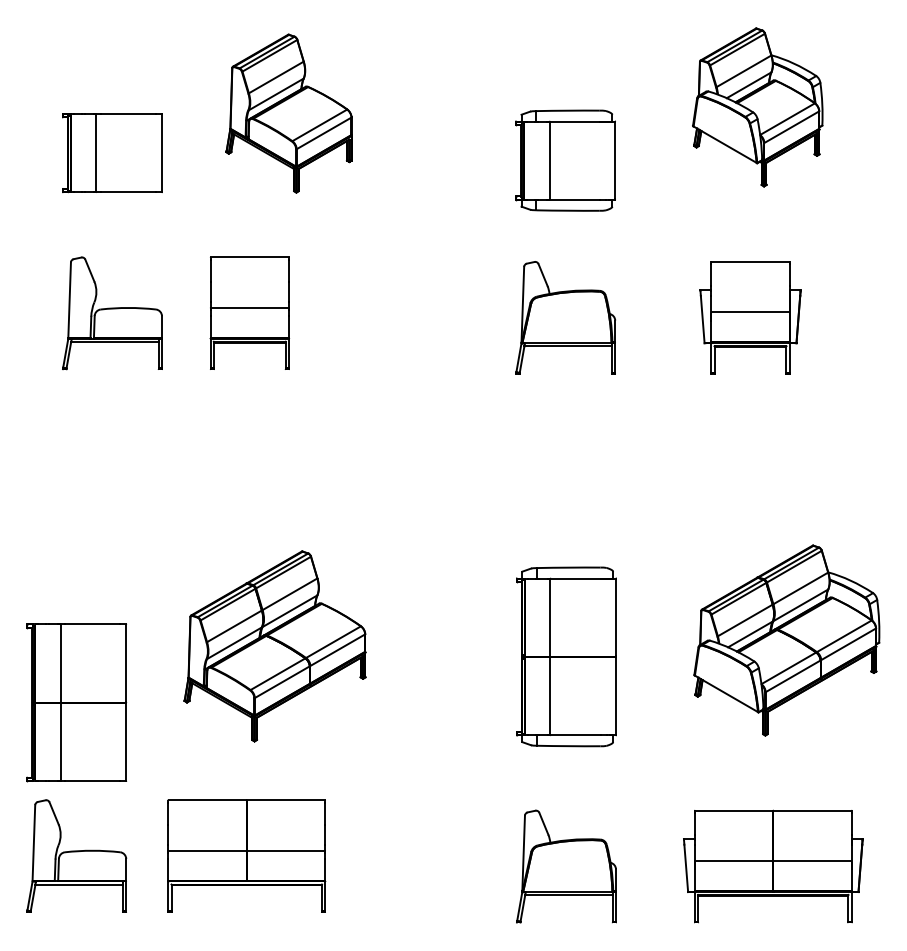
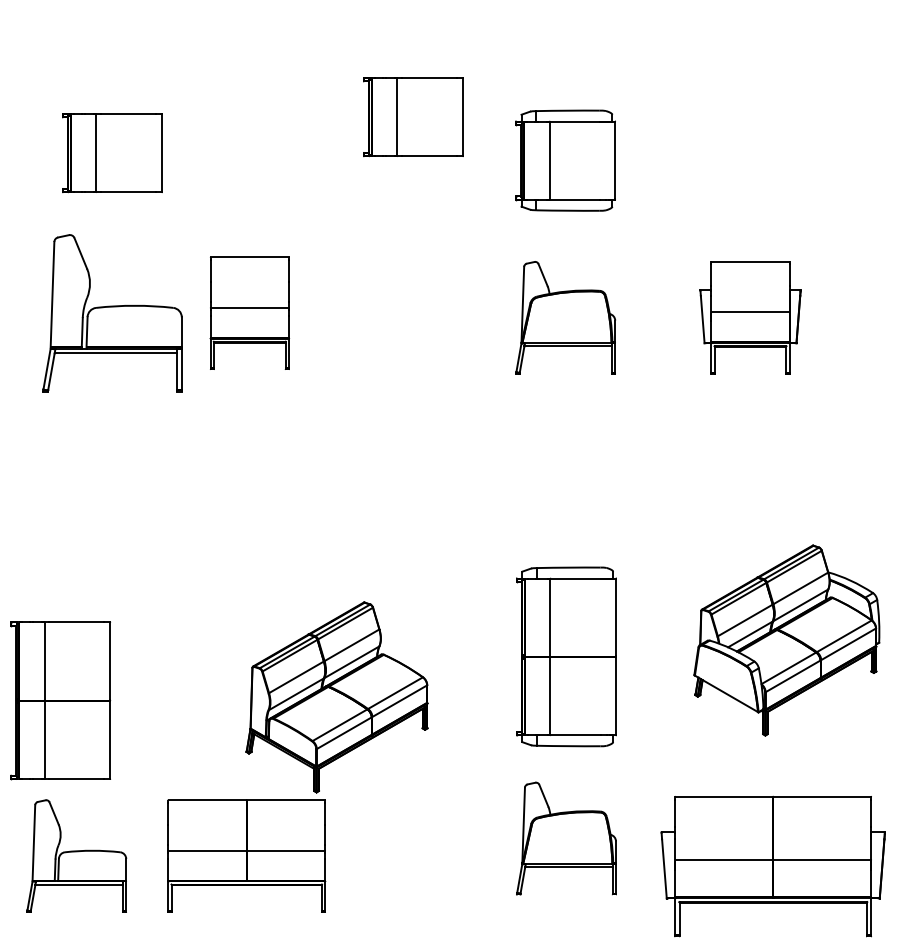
part at (757, 107): present -> none
part at (288, 113): present -> none
part at (413, 117): none -> present
part at (112, 313) size: 101x115 px -> 141x159 px
part at (274, 646) position: (274, 646) -> (336, 697)
part at (76, 702) position: (76, 702) -> (60, 700)
part at (566, 866) position: (566, 866) -> (566, 838)
part at (773, 866) size: 181x115 px -> 226x143 px
